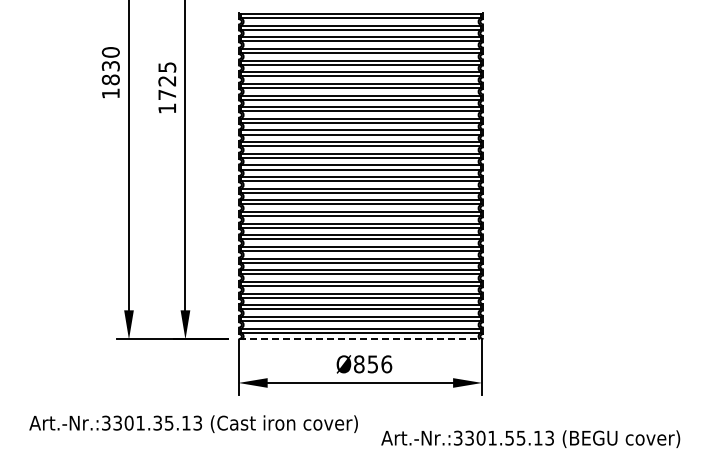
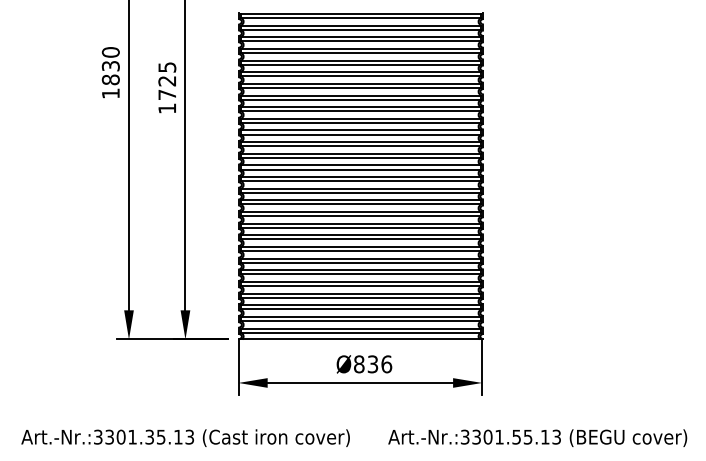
line at (361, 339): dashed -> solid
text at (373, 363): Ø856 -> Ø836
text at (193, 423) position: (193, 423) -> (185, 437)
text at (530, 438) position: (530, 438) -> (537, 437)
